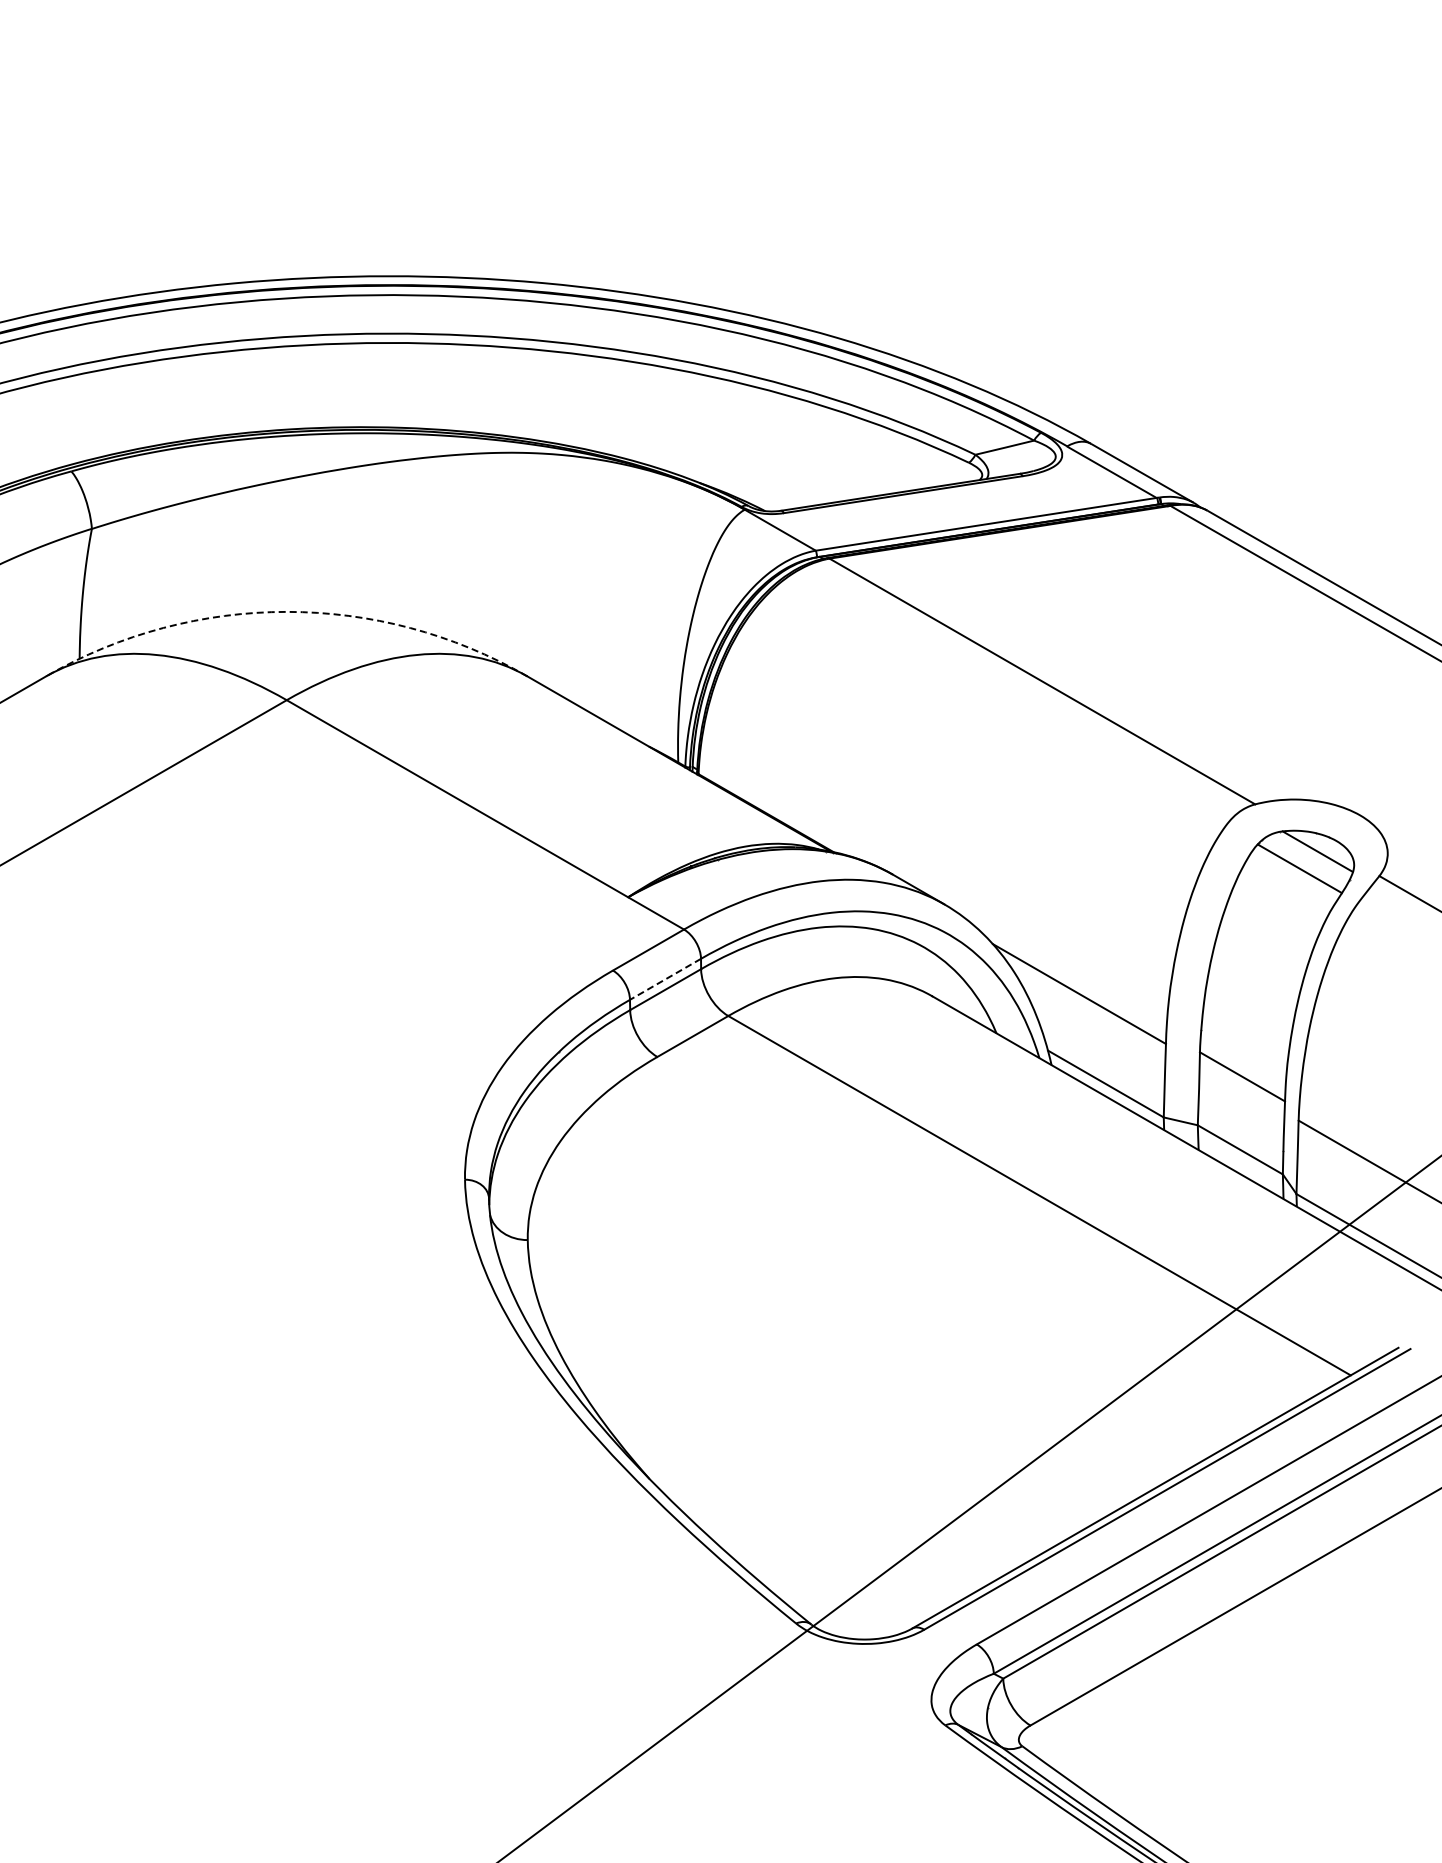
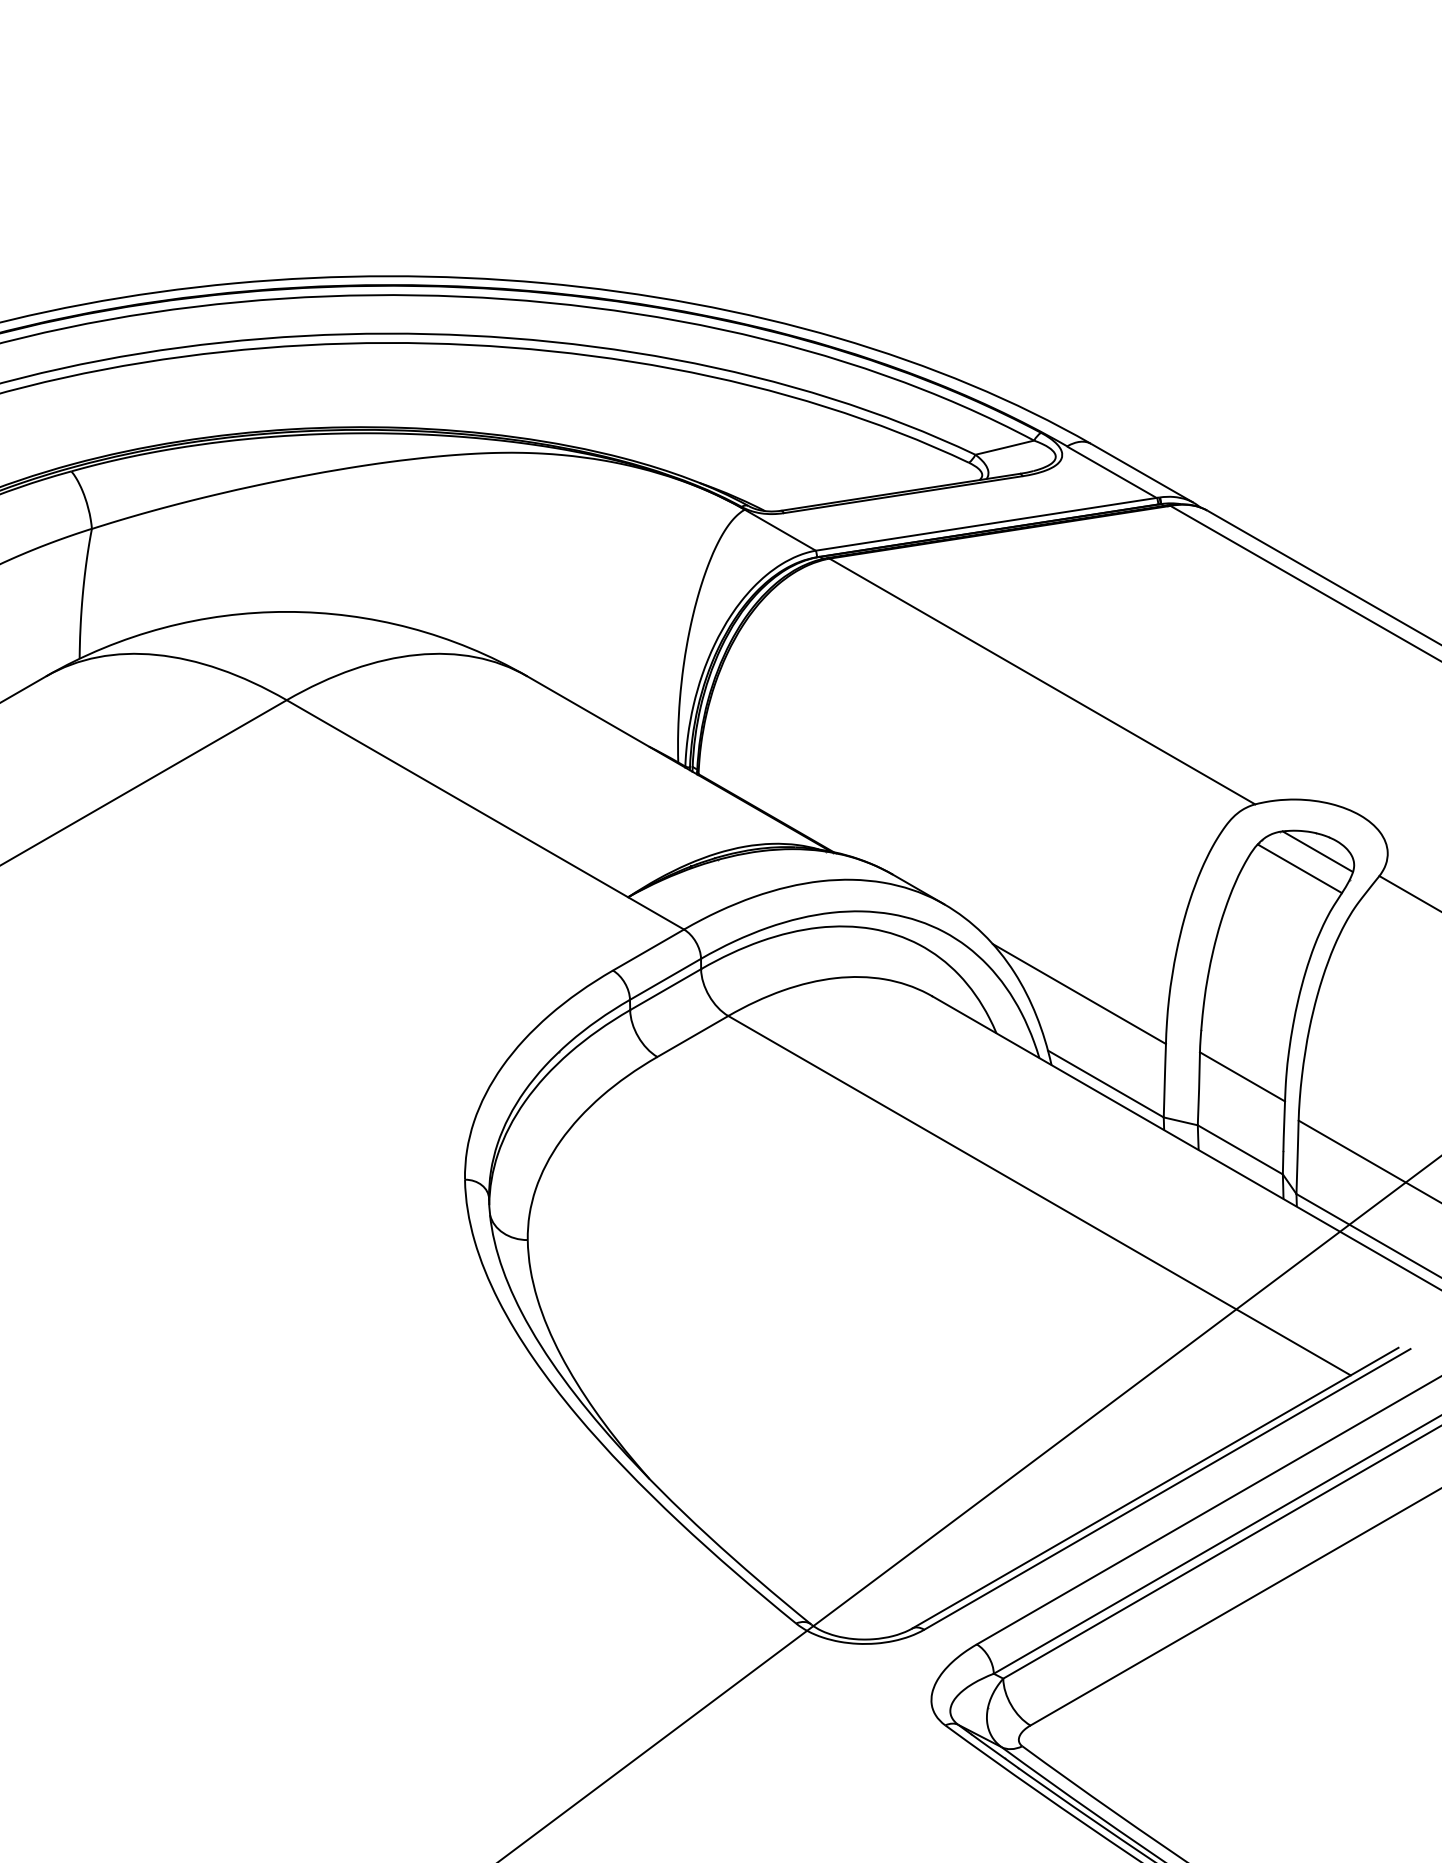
arc at (286, 611): dashed -> solid
line at (665, 979): dashed -> solid
